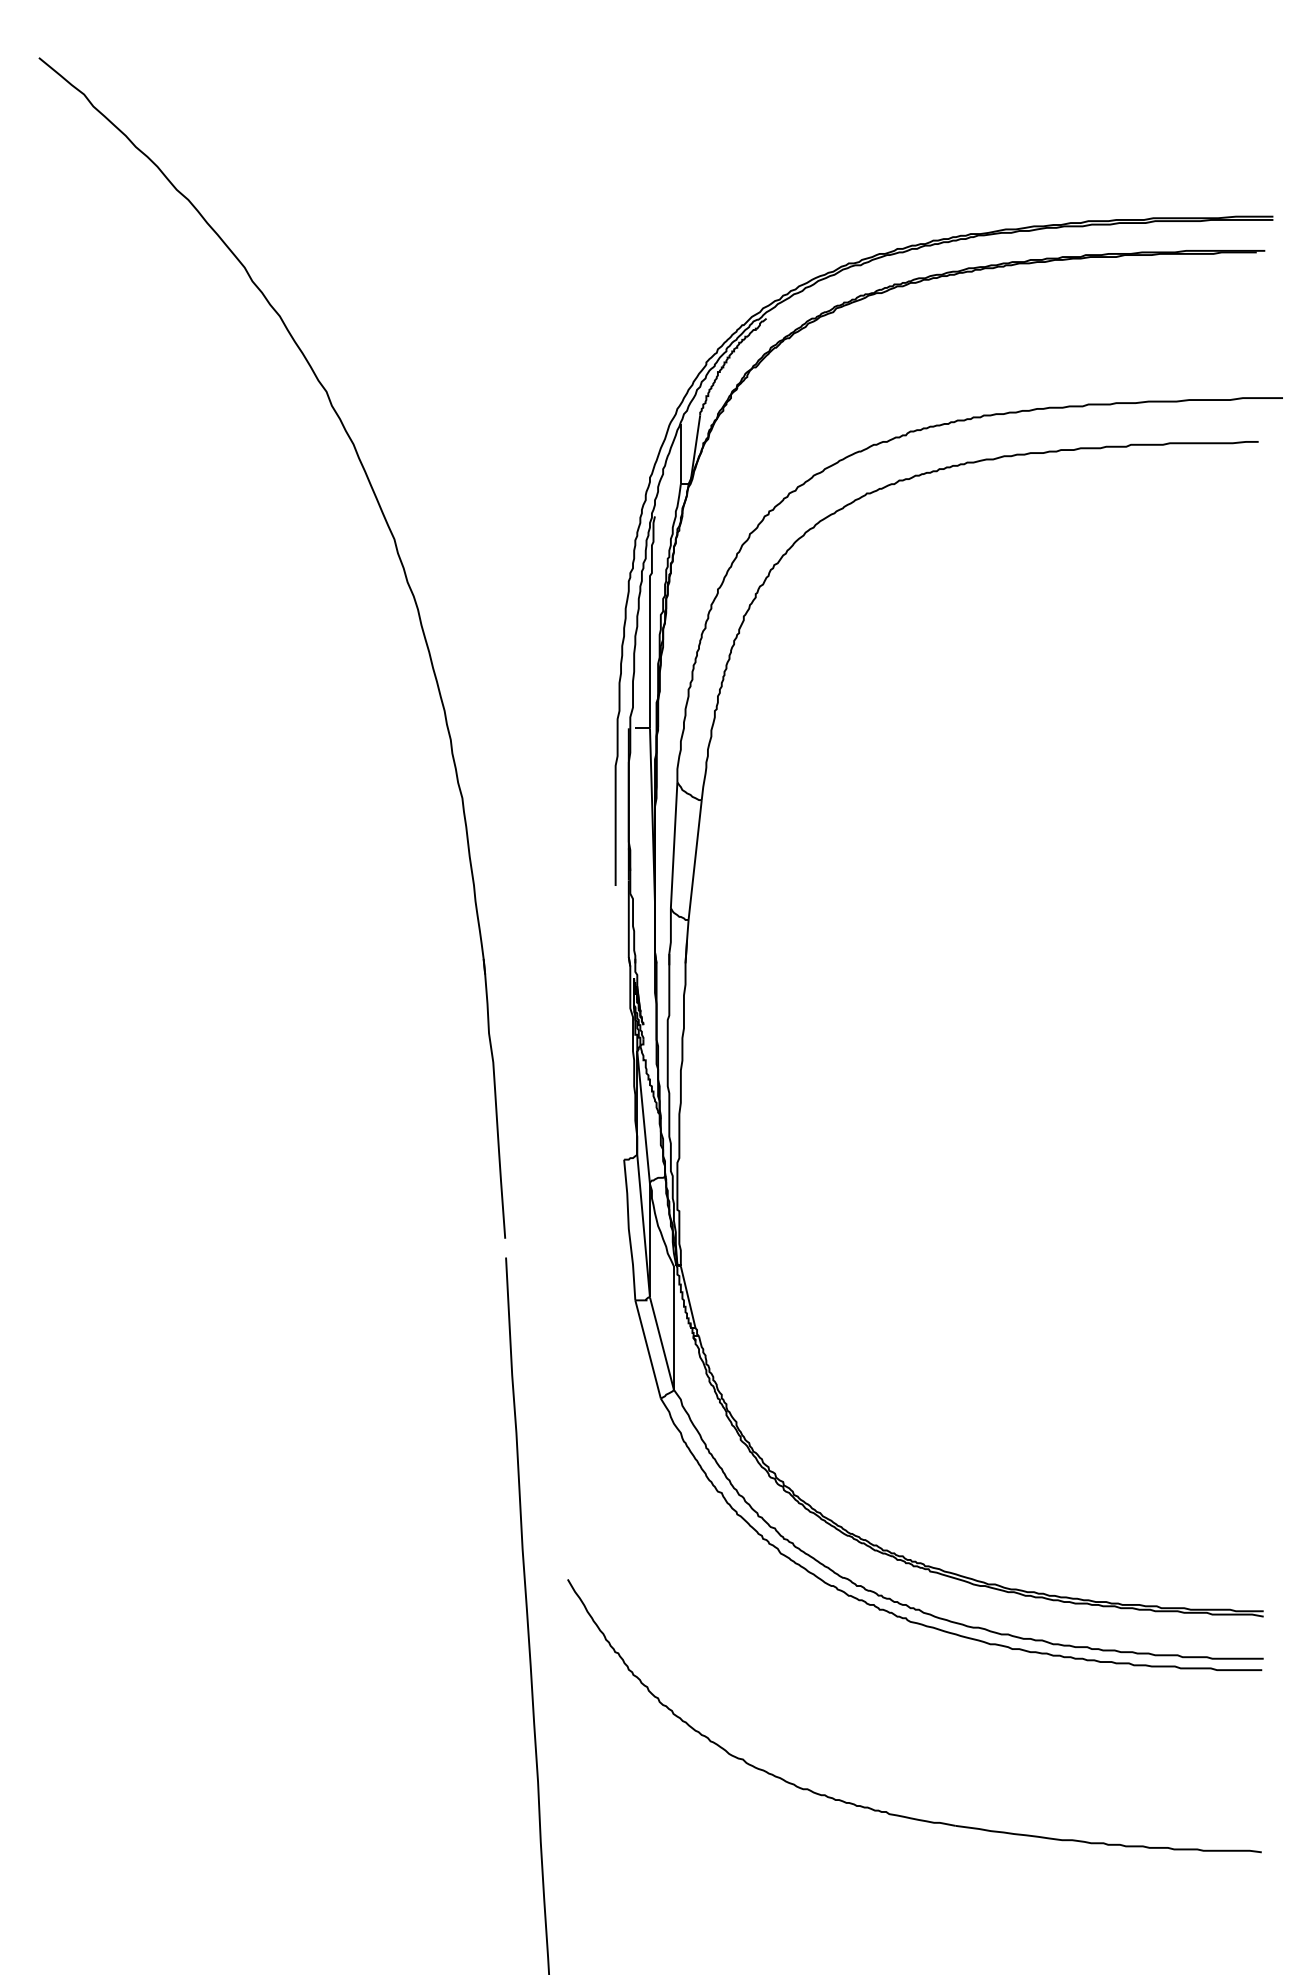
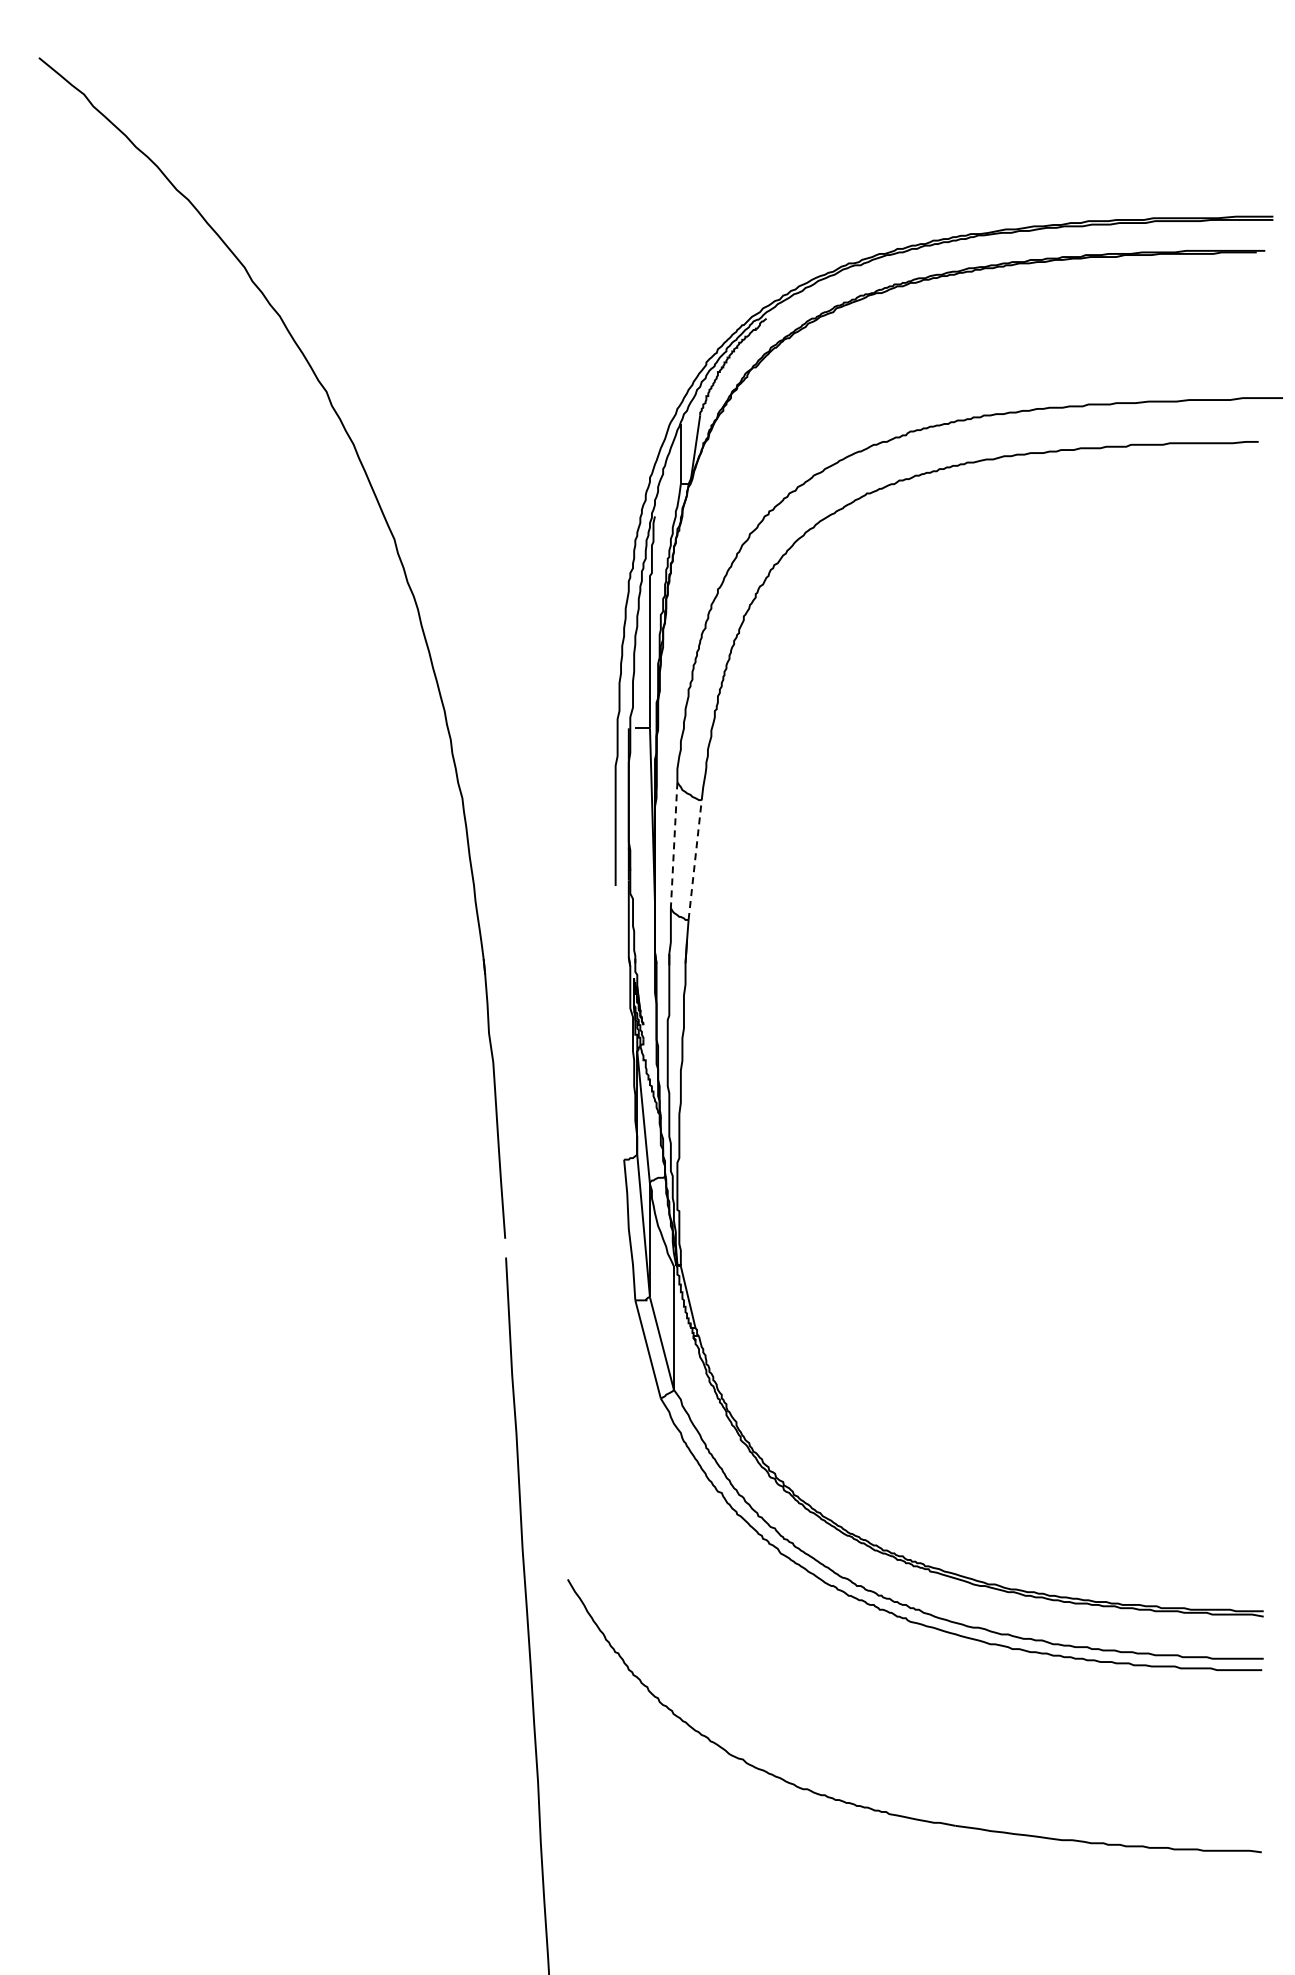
line at (674, 845): solid -> dashed
line at (695, 859): solid -> dashed
